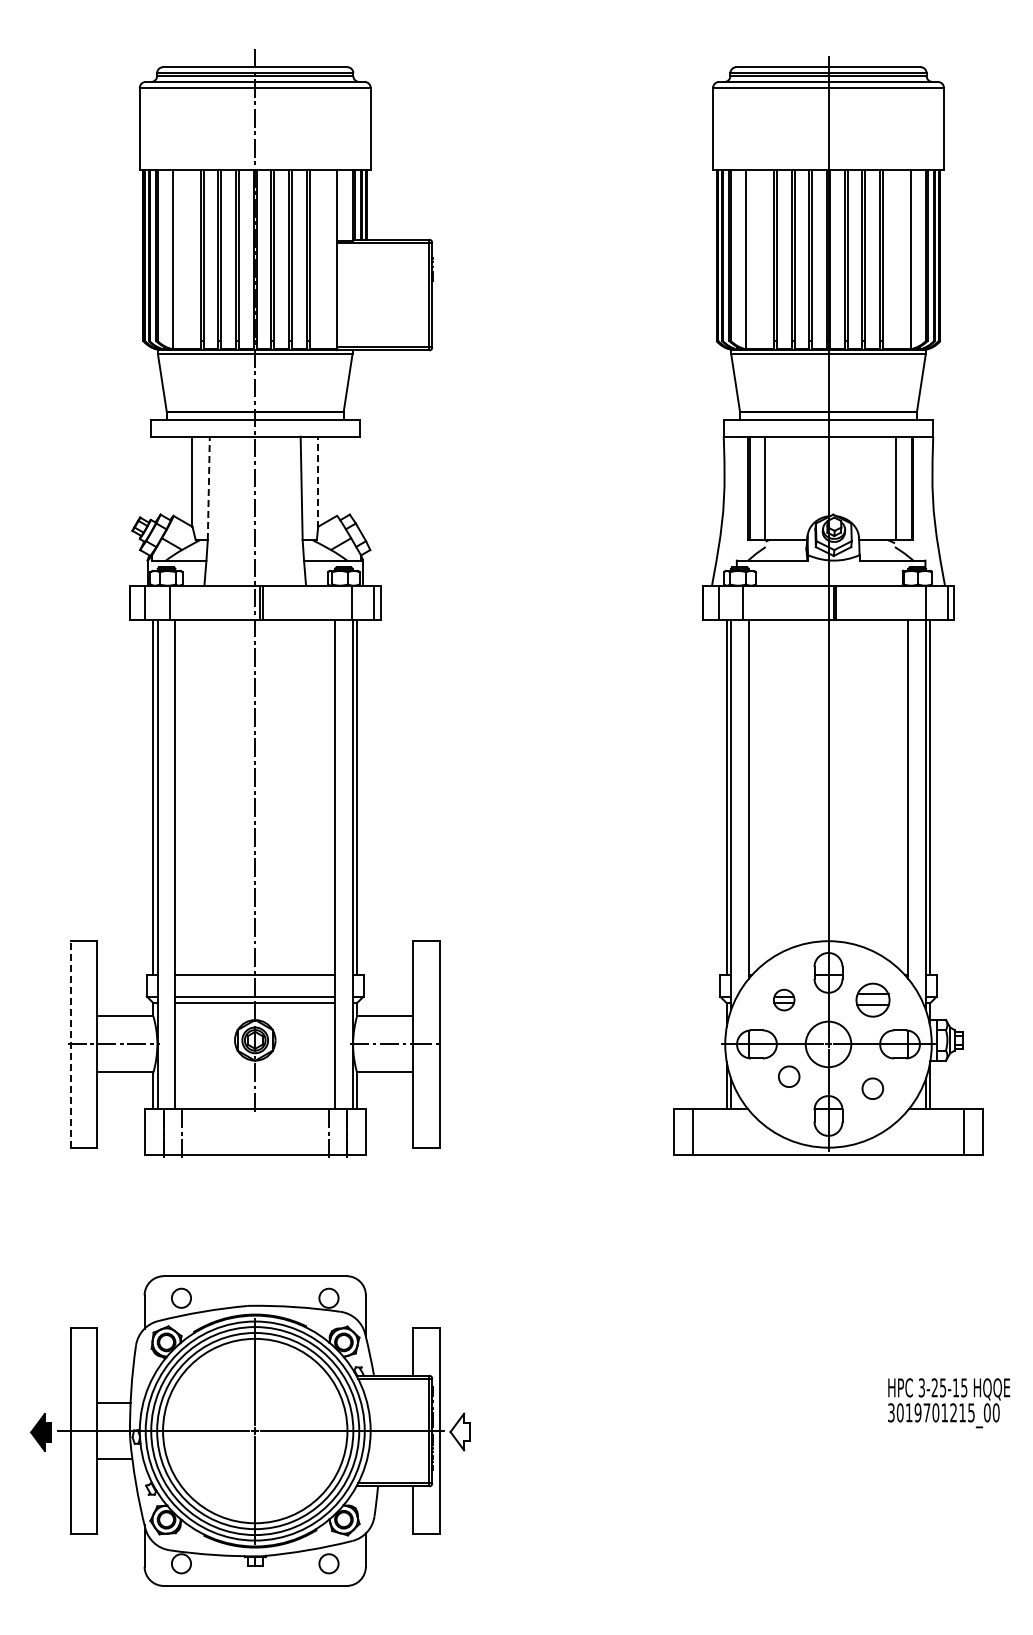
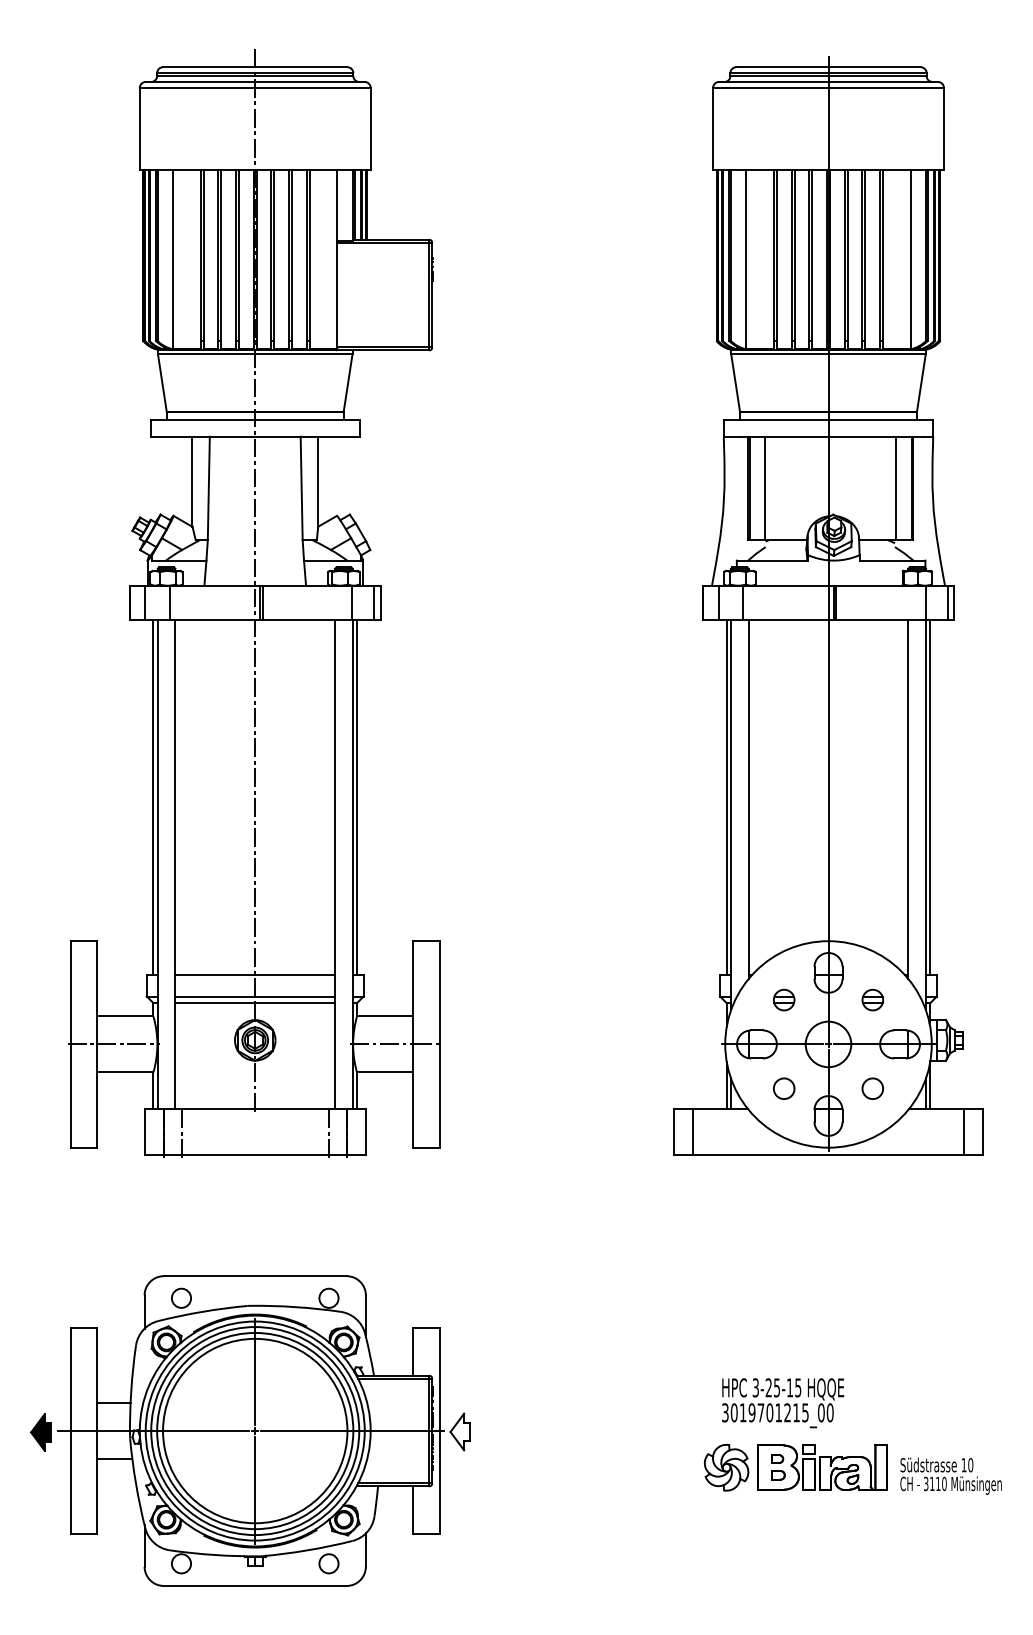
line at (318, 481): dashed -> solid
line at (208, 488): dashed -> solid
part at (872, 999) size: 36x36 px -> 23x24 px
line at (70, 1043): dashed -> solid
circle at (789, 1076) position: (789, 1076) -> (784, 1088)
text at (949, 1403) position: (949, 1403) -> (783, 1403)
part at (852, 1469): none -> present
